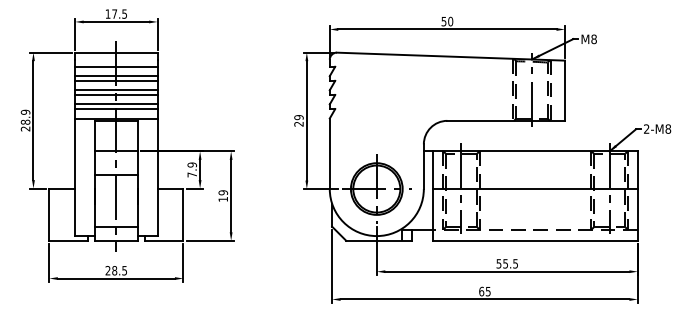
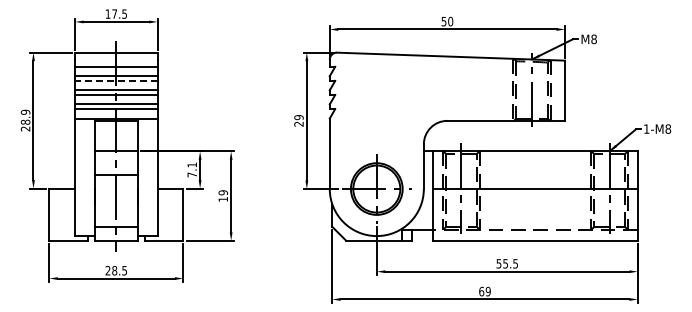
line at (115, 80): solid -> dashed
text at (646, 128): 2-M8 -> 1-M8
text at (192, 164): 7.9 -> 7.1
text at (487, 290): 65 -> 69
